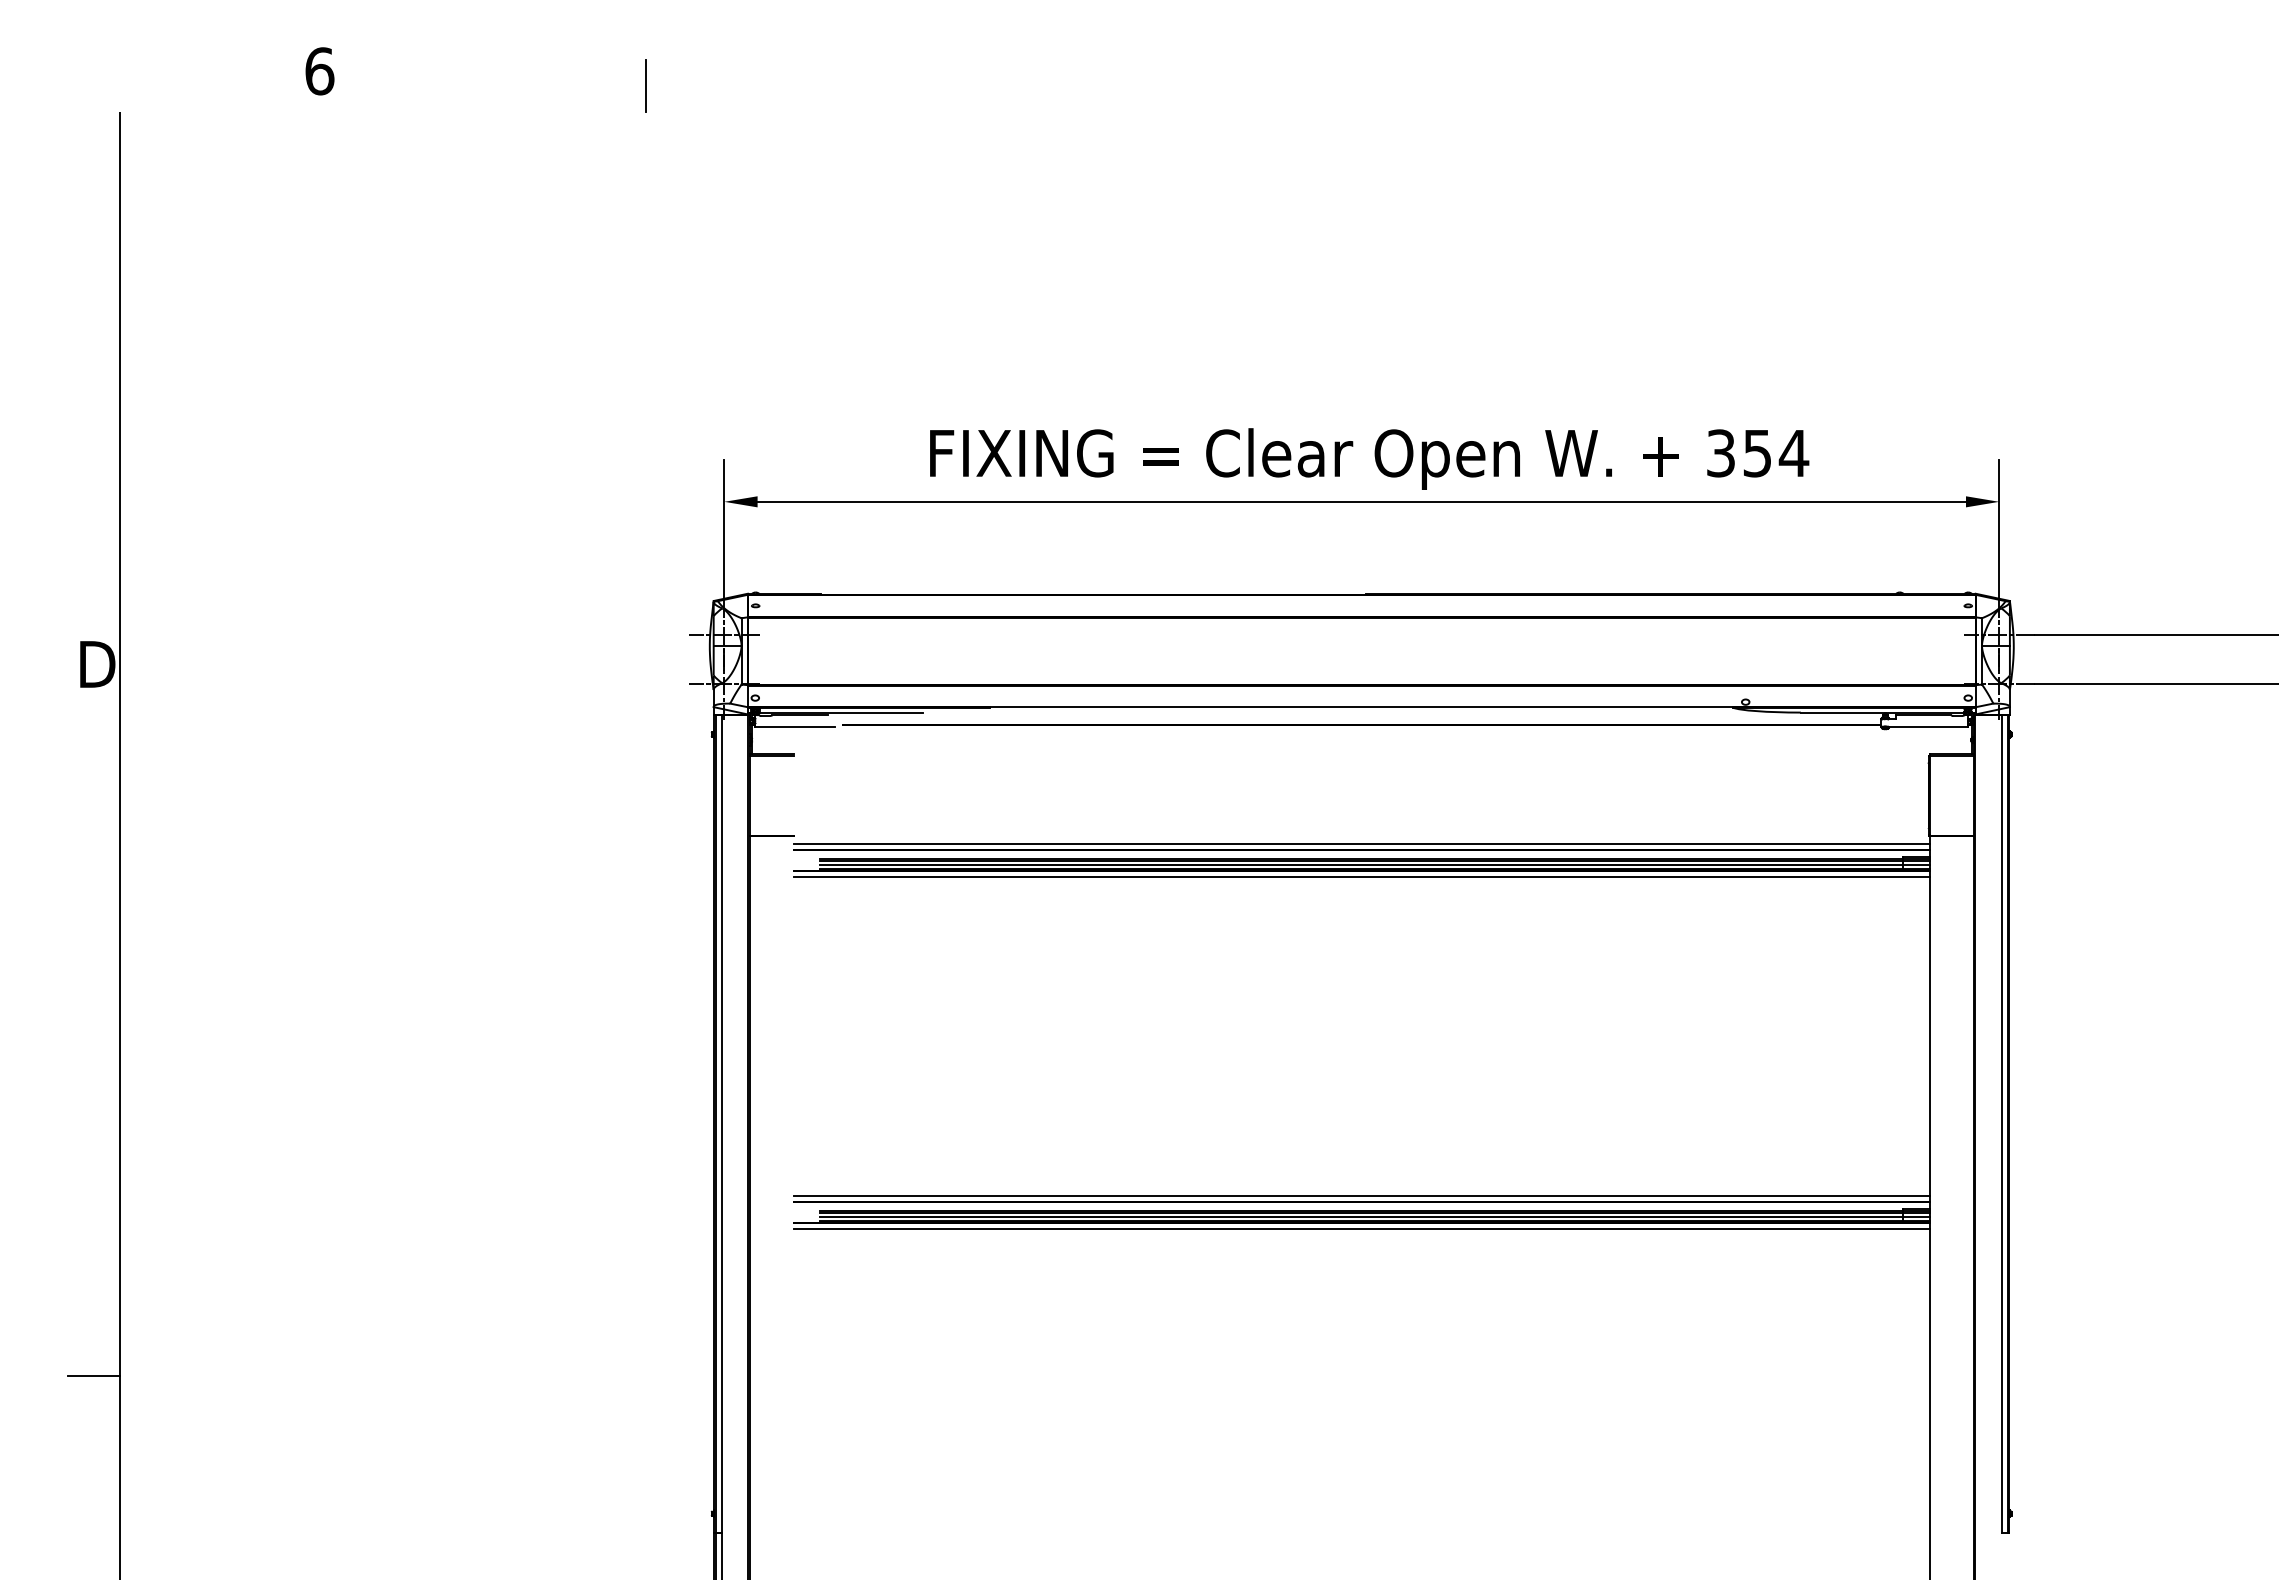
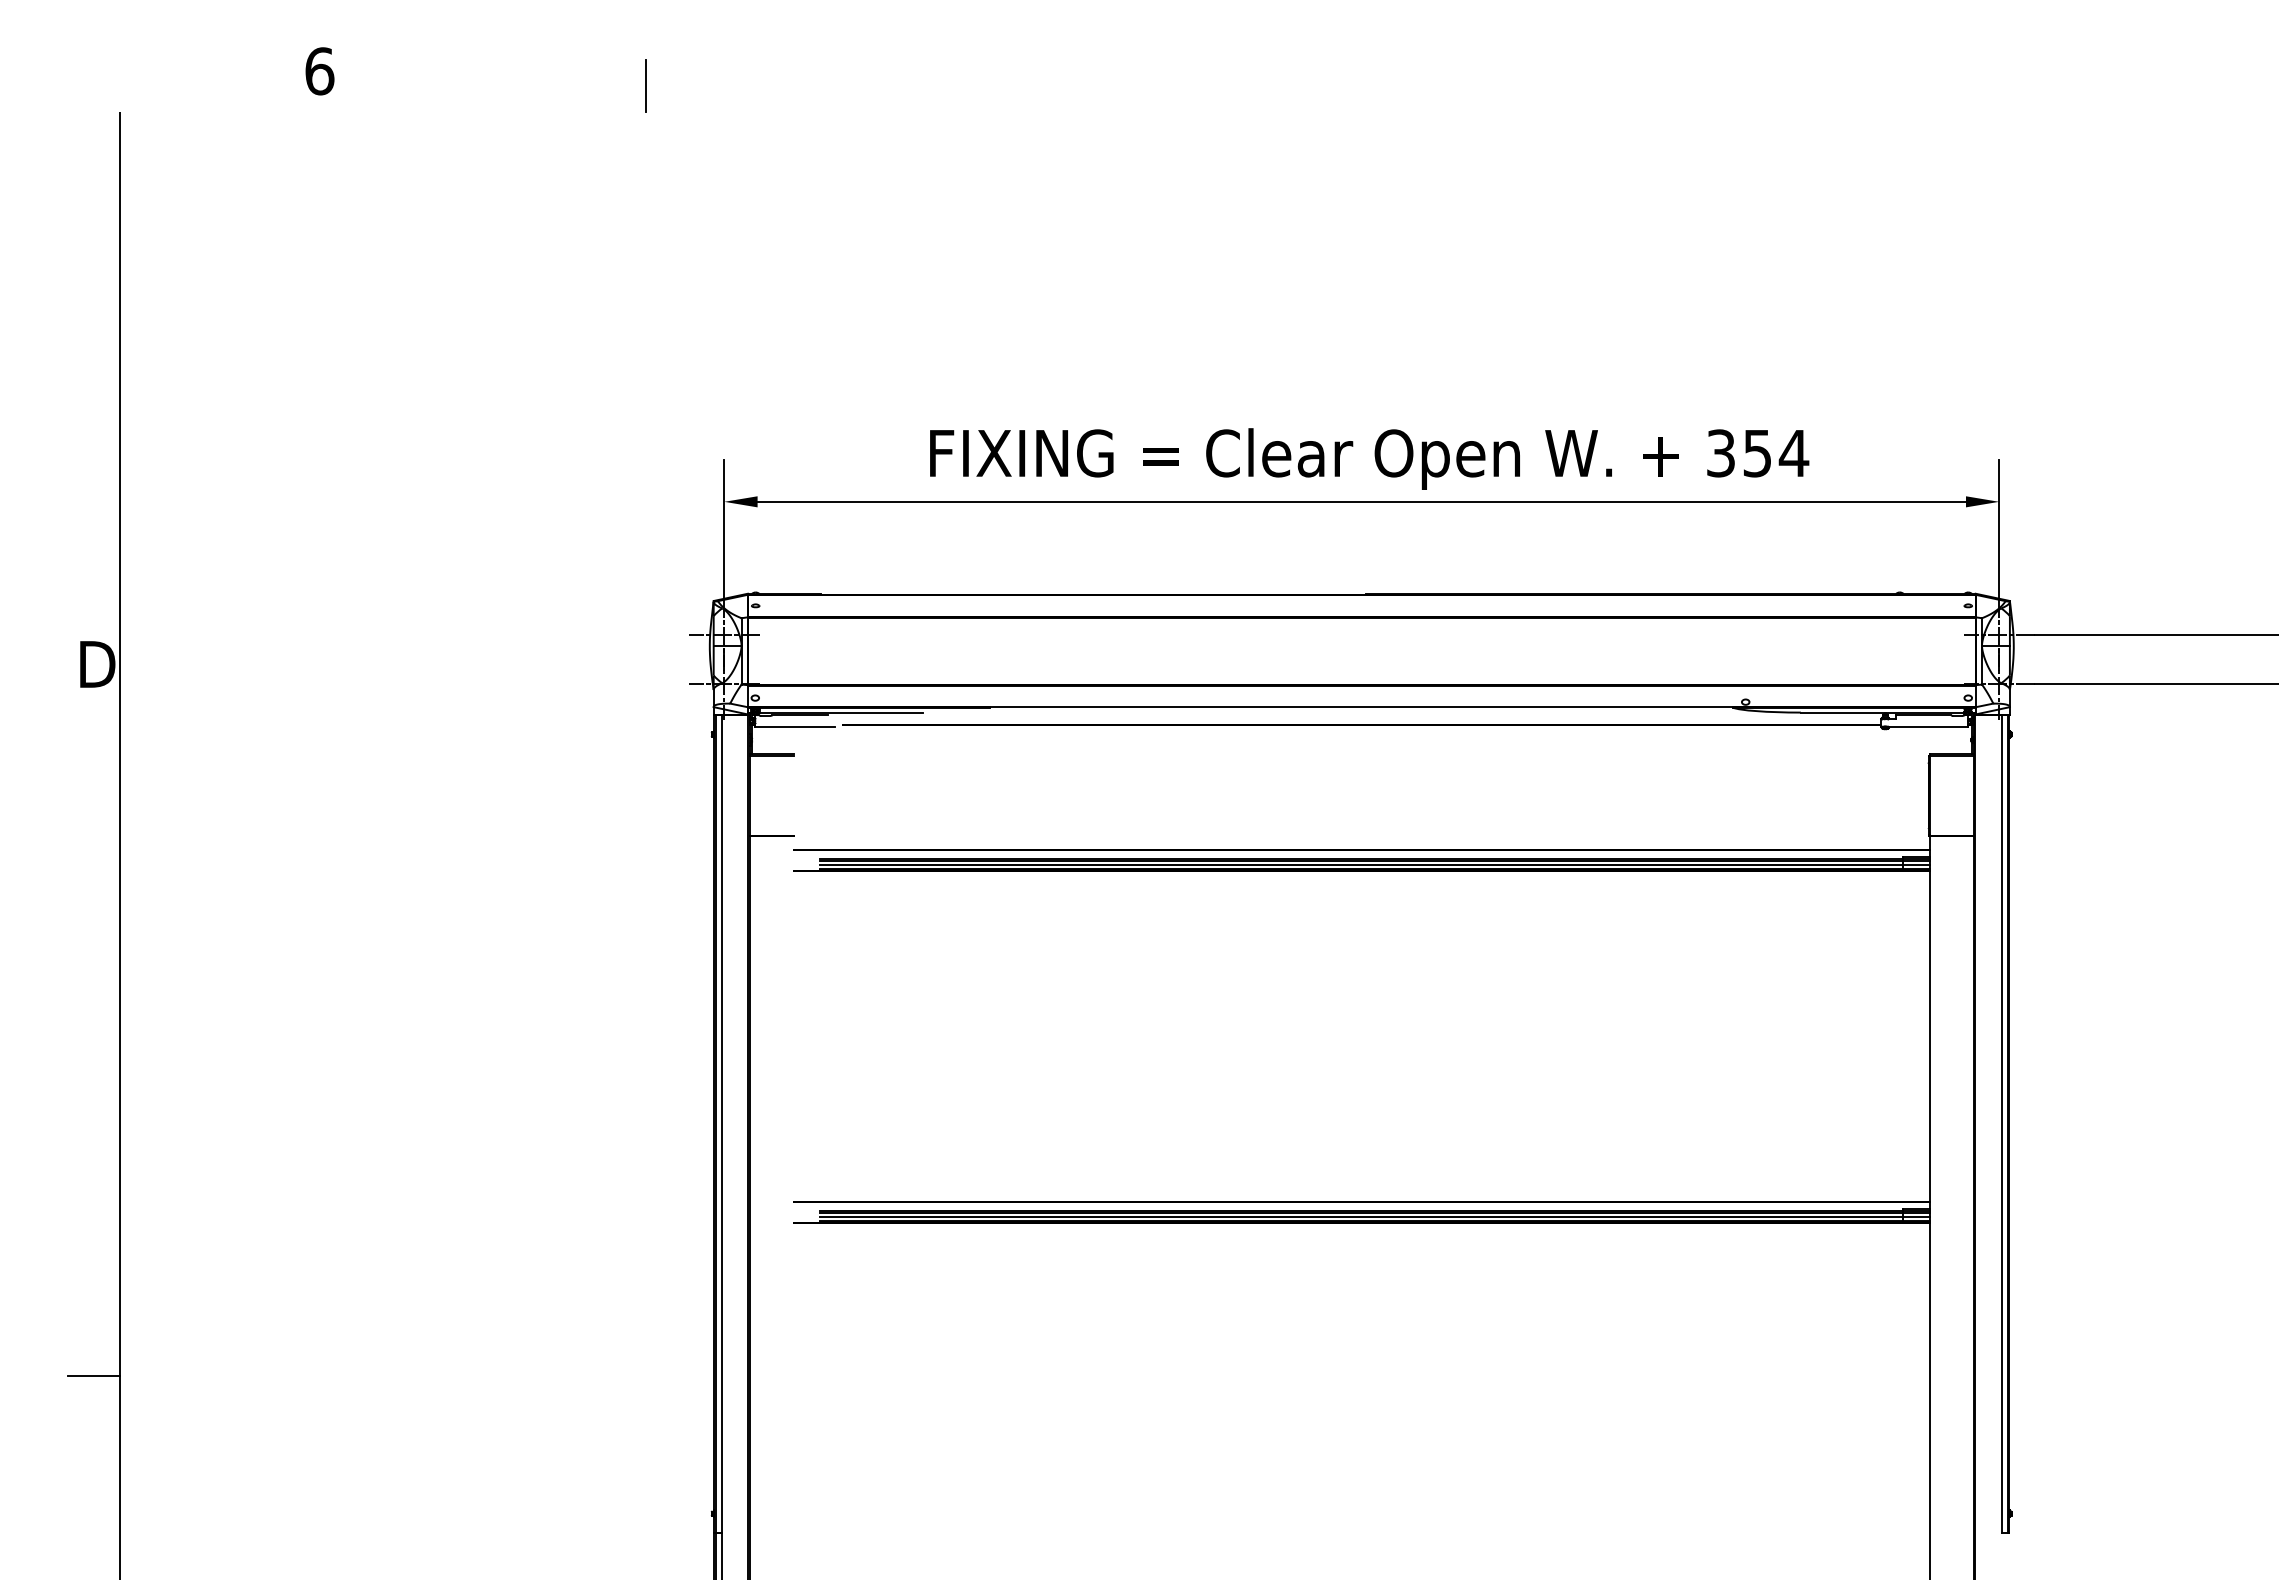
line at (1361, 843): present -> none
line at (1361, 876): present -> none
line at (1361, 1196): present -> none
line at (1361, 1228): present -> none
